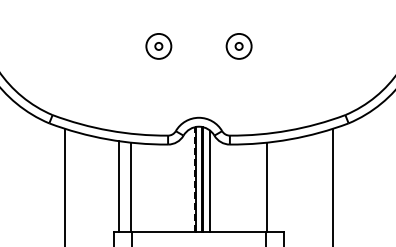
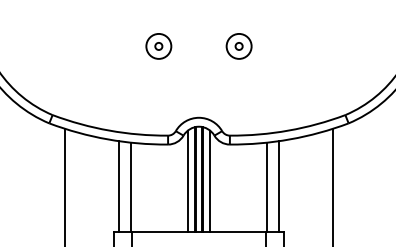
line at (194, 179): dashed -> solid
line at (187, 181): none -> present
line at (279, 186): none -> present
